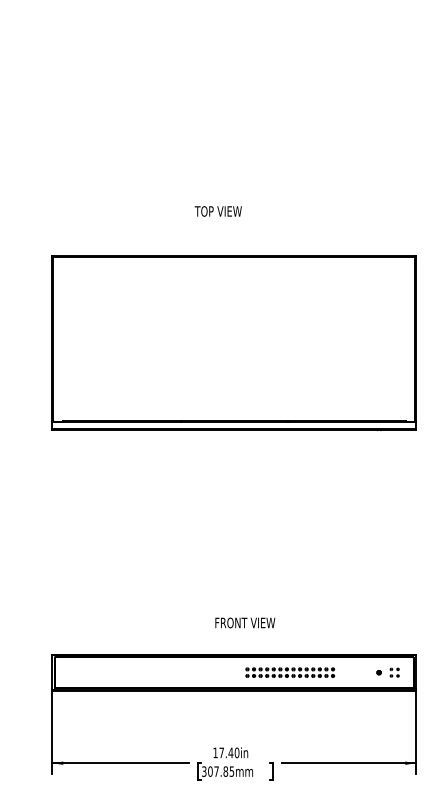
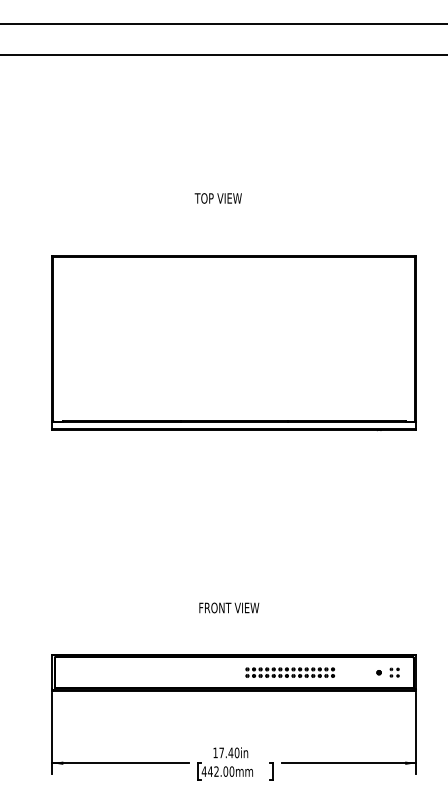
line at (223, 24): none -> present
line at (223, 55): none -> present
text at (217, 211) position: (217, 211) -> (217, 198)
text at (245, 622) position: (245, 622) -> (229, 607)
text at (217, 771): 307.85mm -> 442.00mm
